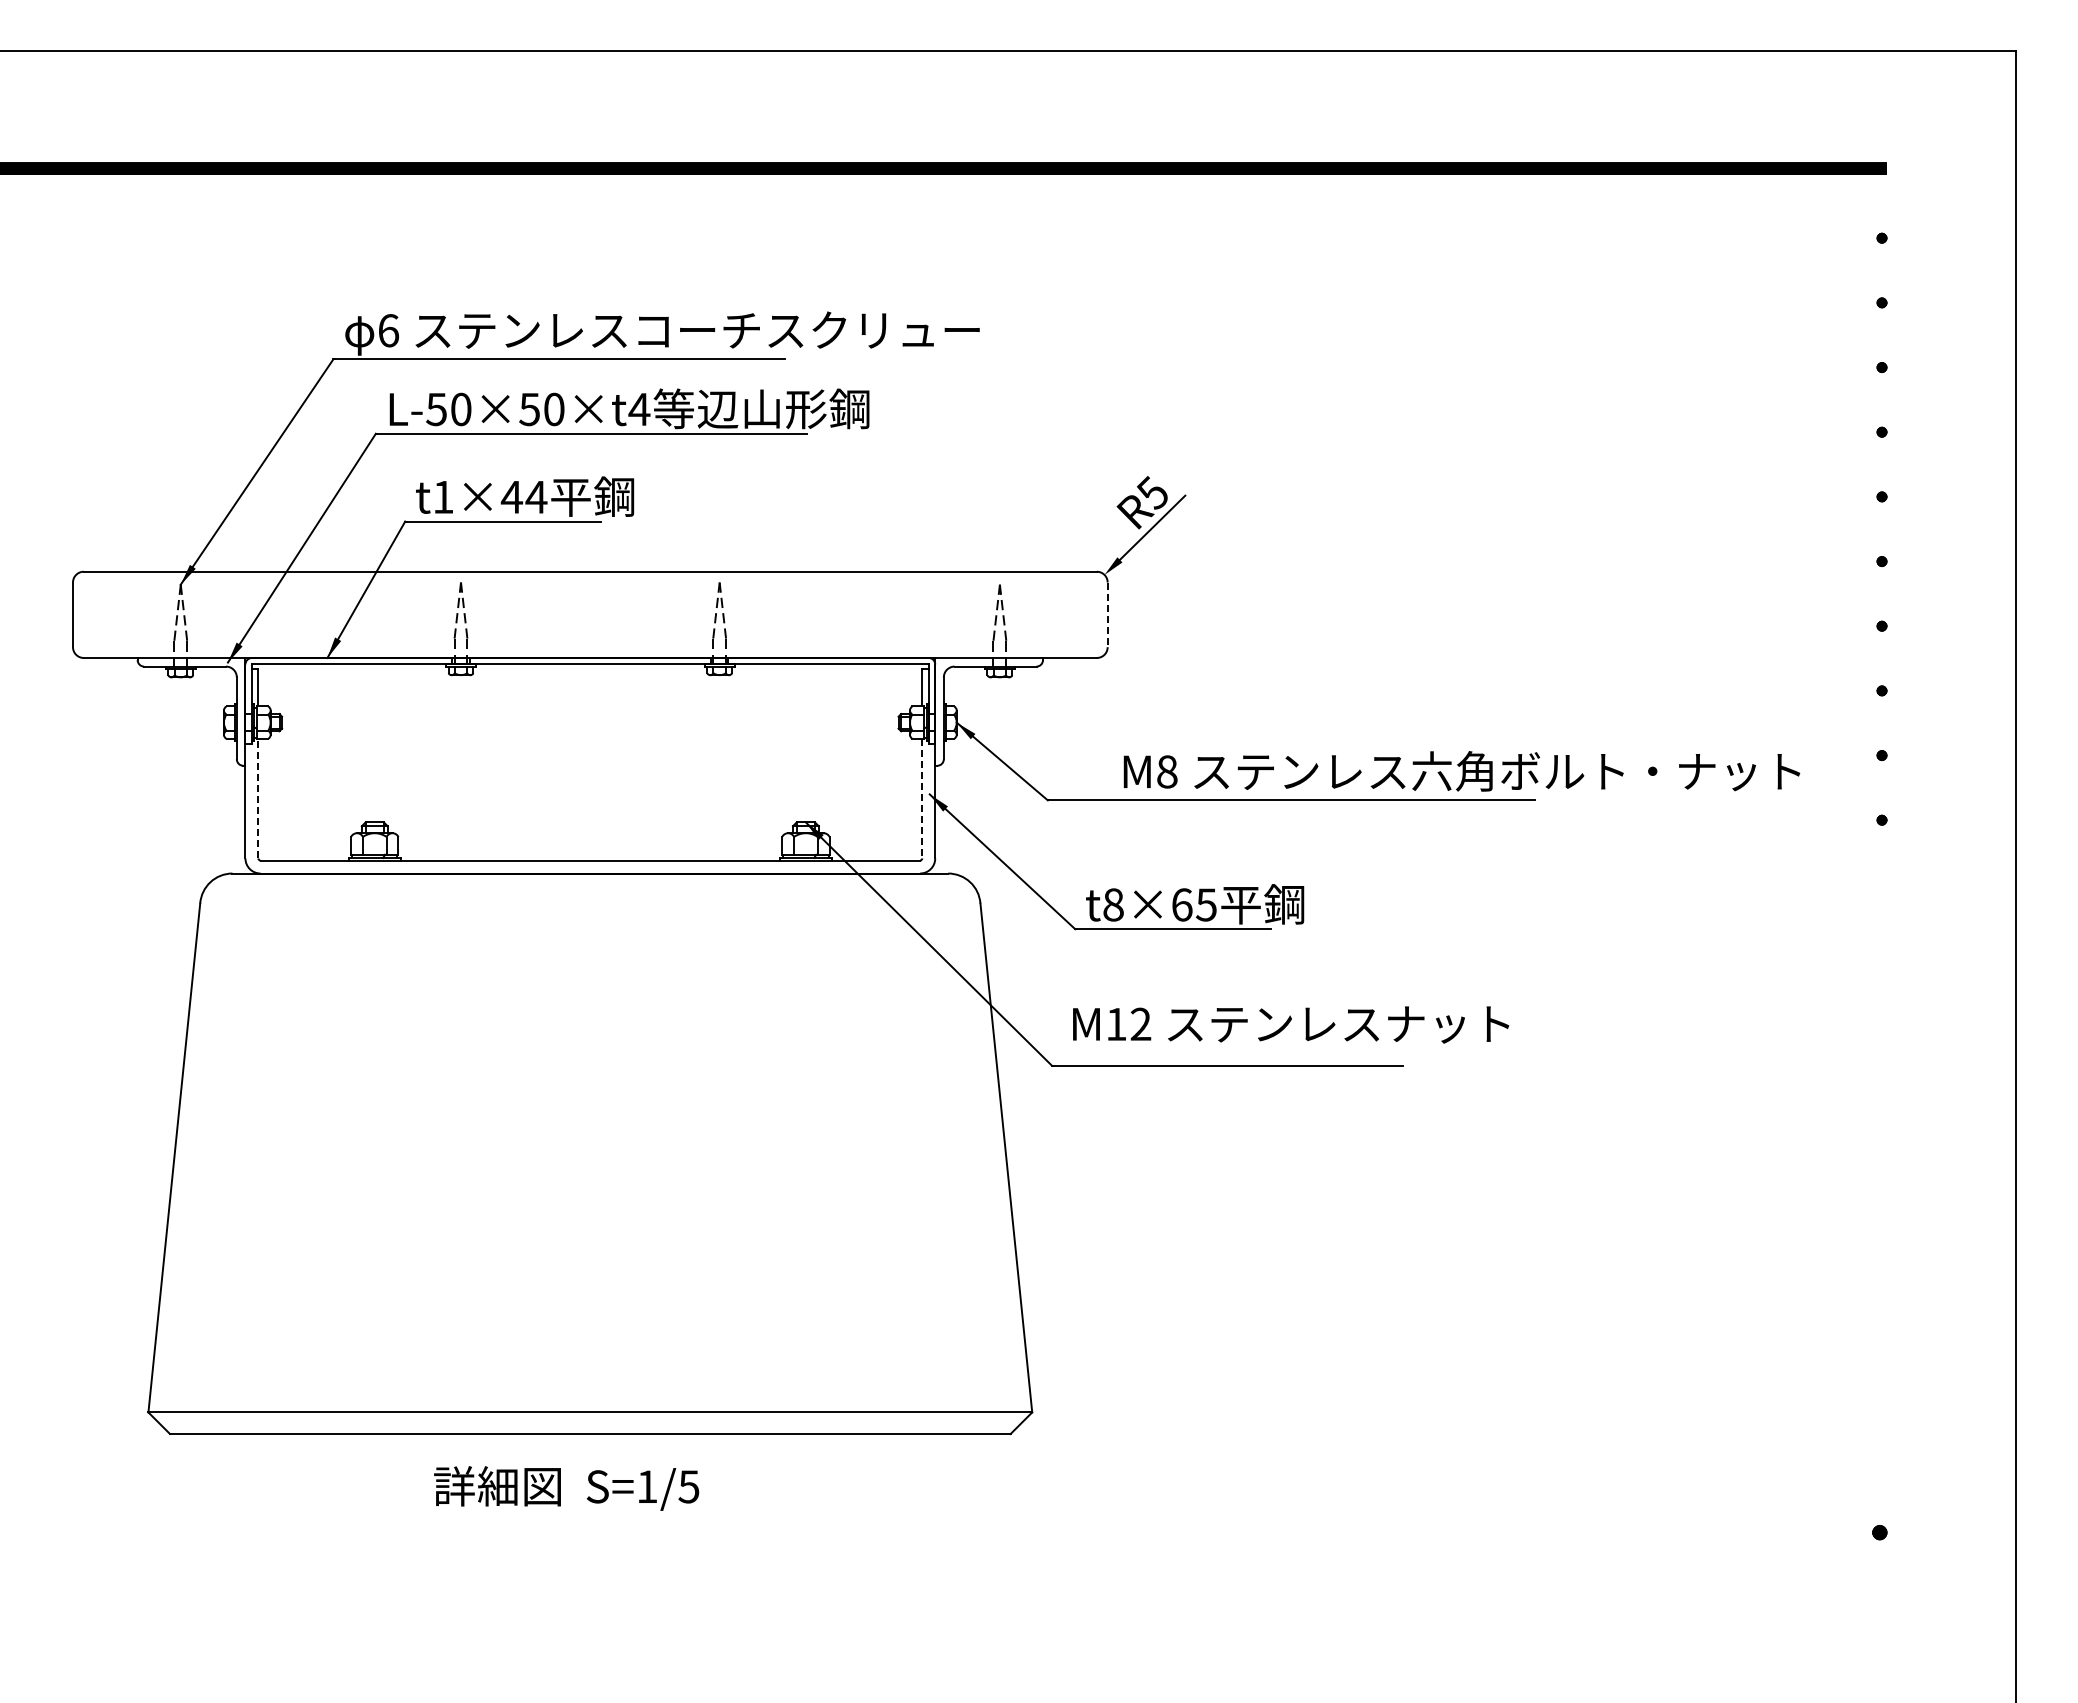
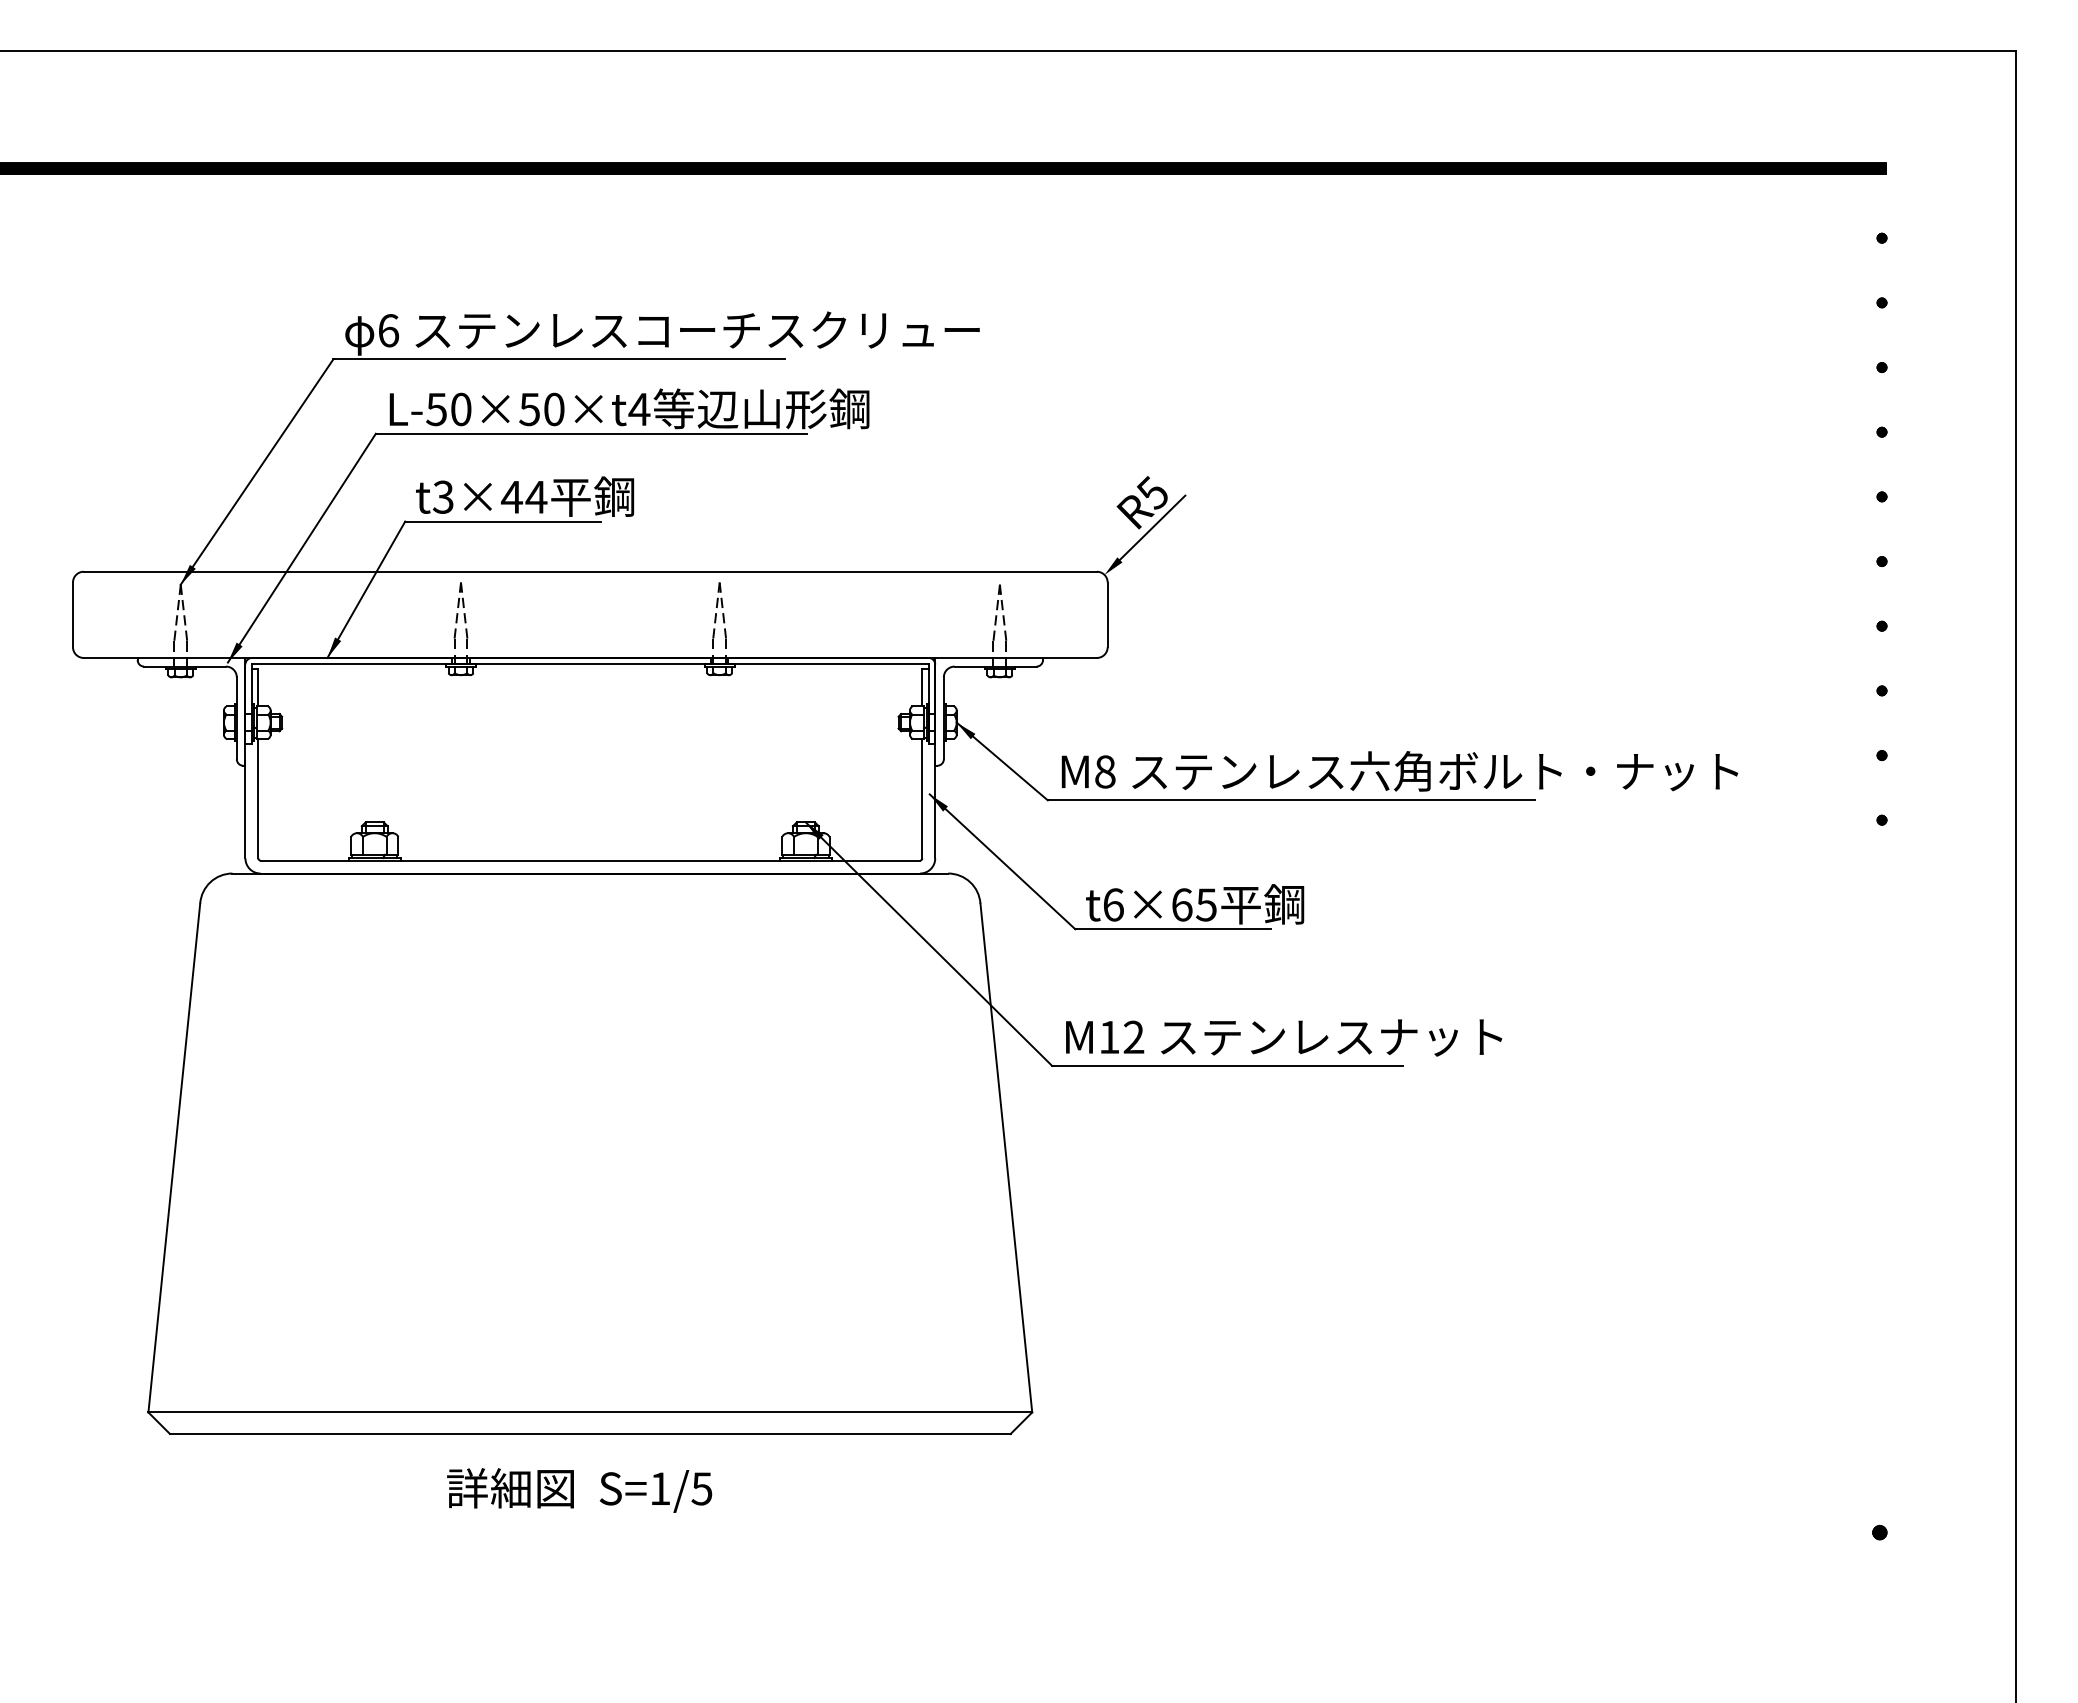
text at (442, 496): t1×44 -> t3×44
line at (1107, 615): dashed -> solid
text at (1461, 771) position: (1461, 771) -> (1399, 771)
line at (258, 798): dashed -> solid
line at (922, 798): dashed -> solid
text at (1113, 904): t8×65 -> t6×65
text at (1291, 1024) position: (1291, 1024) -> (1284, 1037)
text at (566, 1488) position: (566, 1488) -> (579, 1490)
